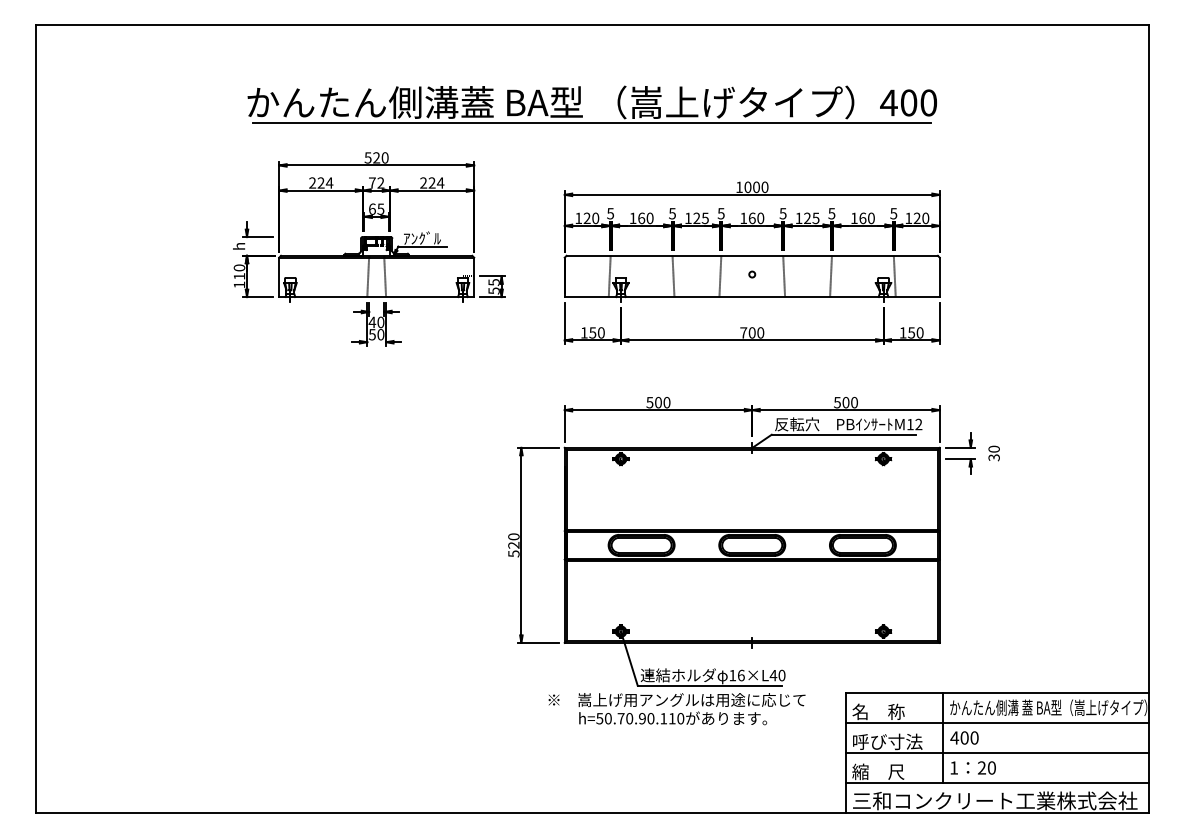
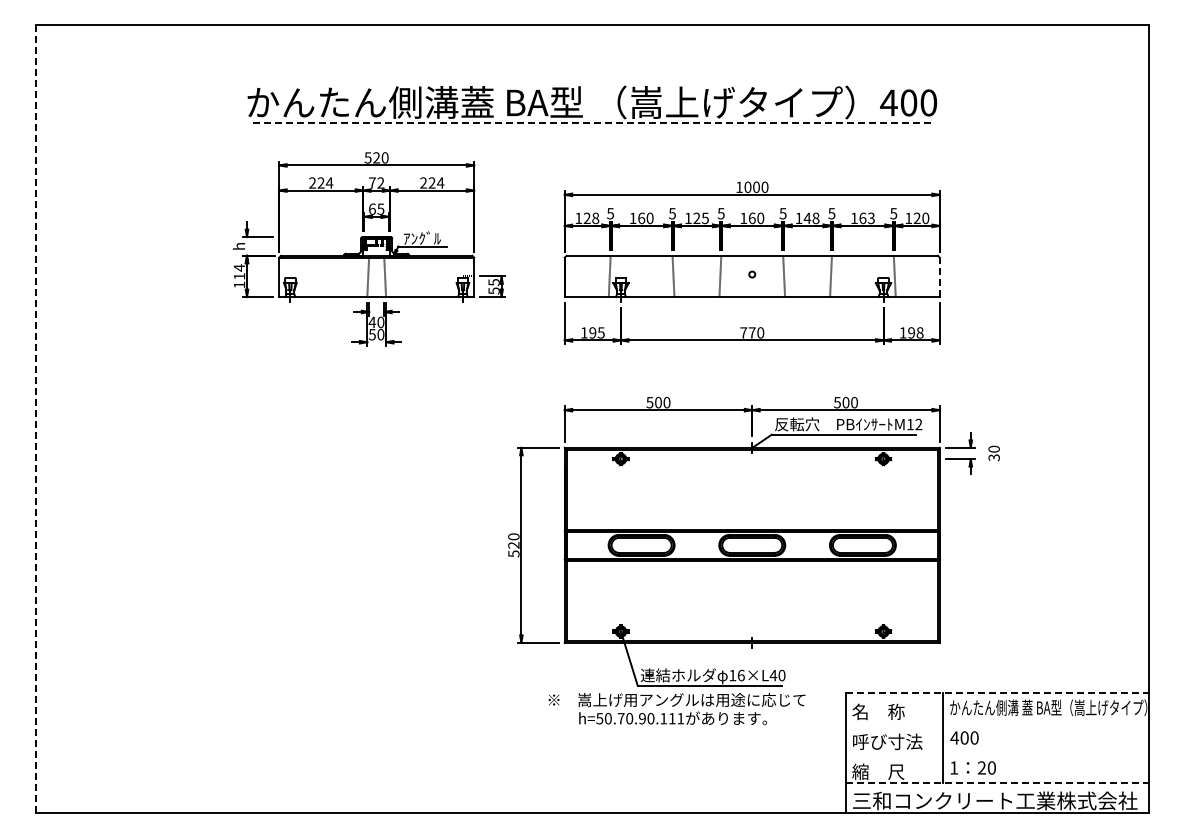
line at (592, 123): solid -> dashed
text at (811, 217): 125 -> 148
text at (870, 217): 160 -> 163
text at (595, 218): 120 -> 128
text at (239, 267): 110 -> 114
line at (939, 277): solid -> dashed
text at (596, 332): 150 -> 195
text at (751, 332): 700 -> 770
text at (915, 332): 150 -> 198
line at (35, 419): solid -> dashed
line at (997, 692): solid -> dashed
text at (680, 718): h=50.70.90.110 -> h=50.70.90.111
line at (997, 722): present -> none
line at (997, 752): present -> none
line at (997, 782): solid -> dashed
